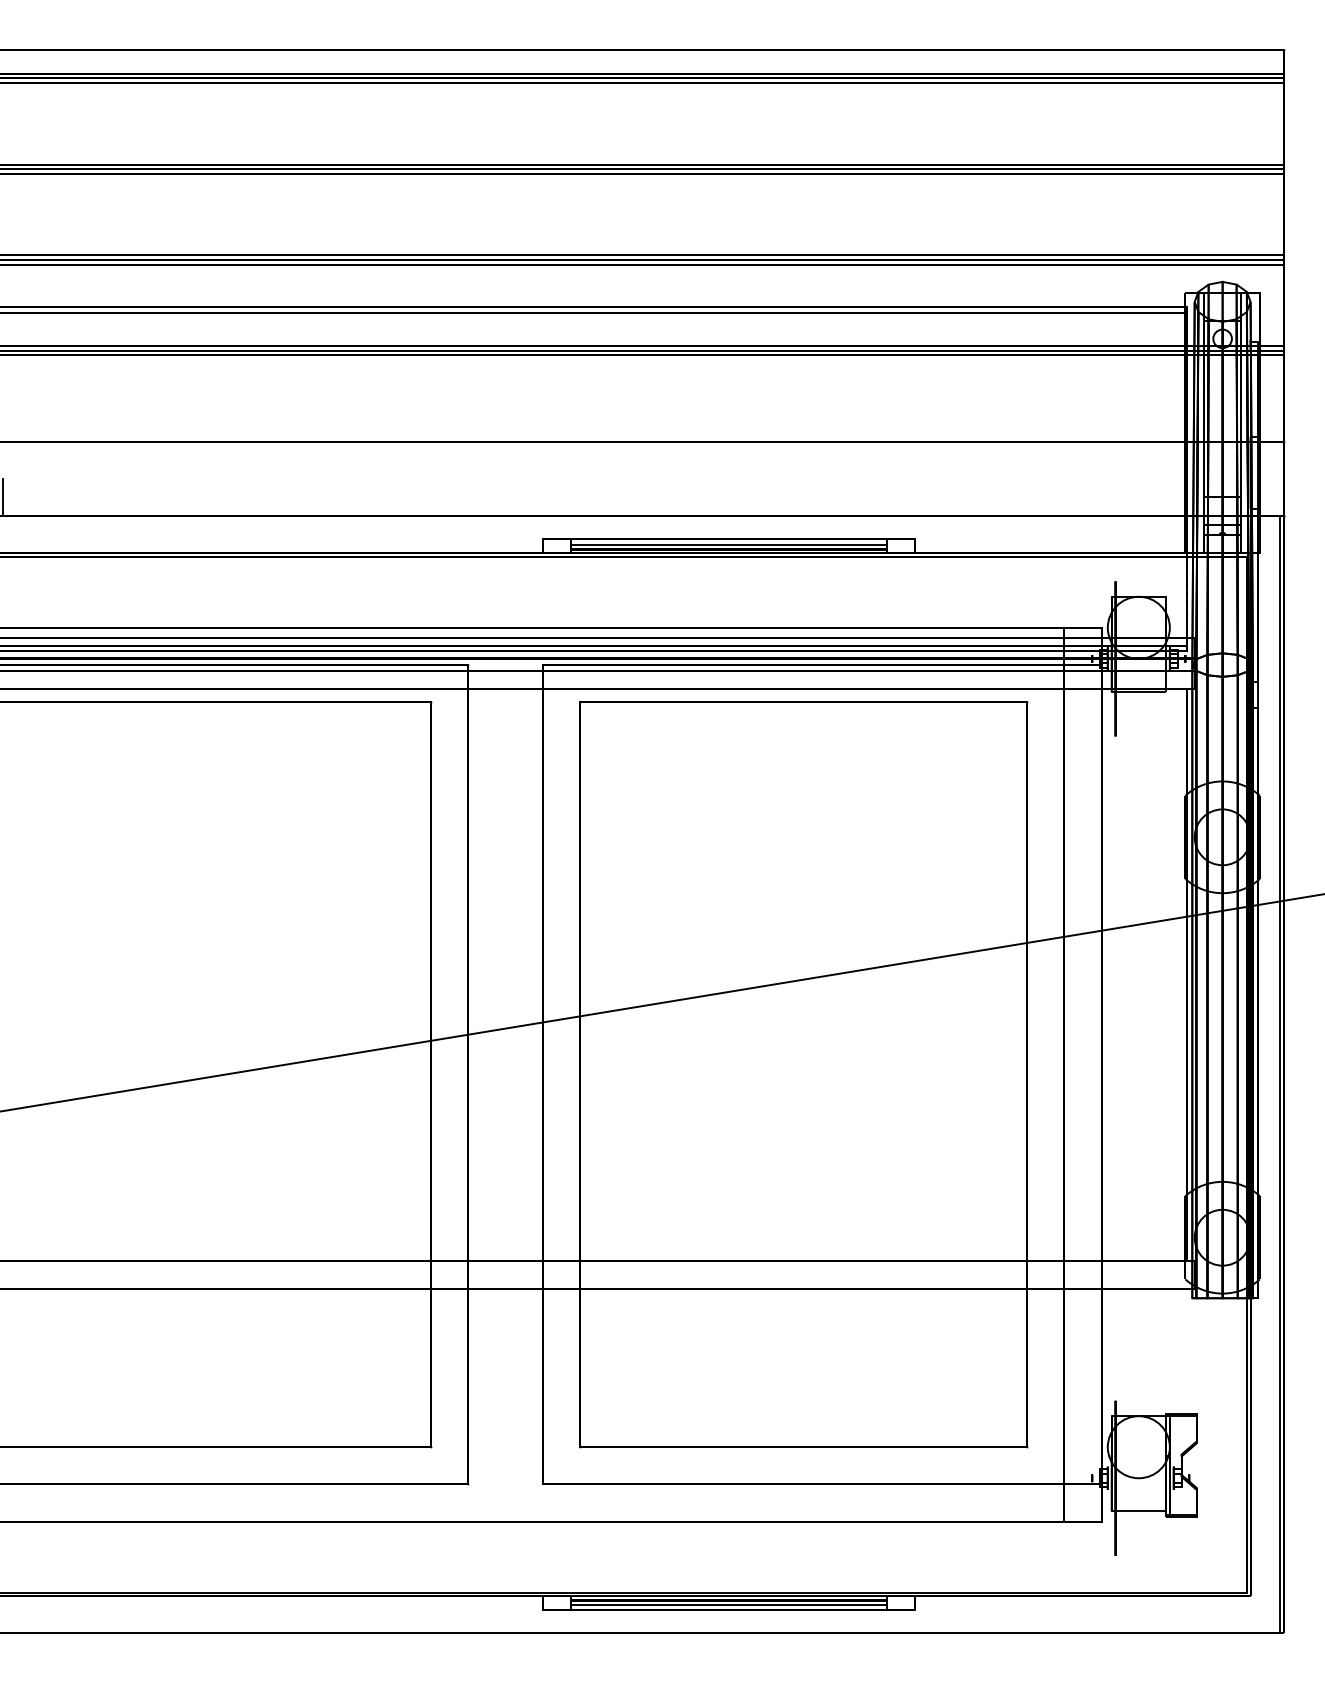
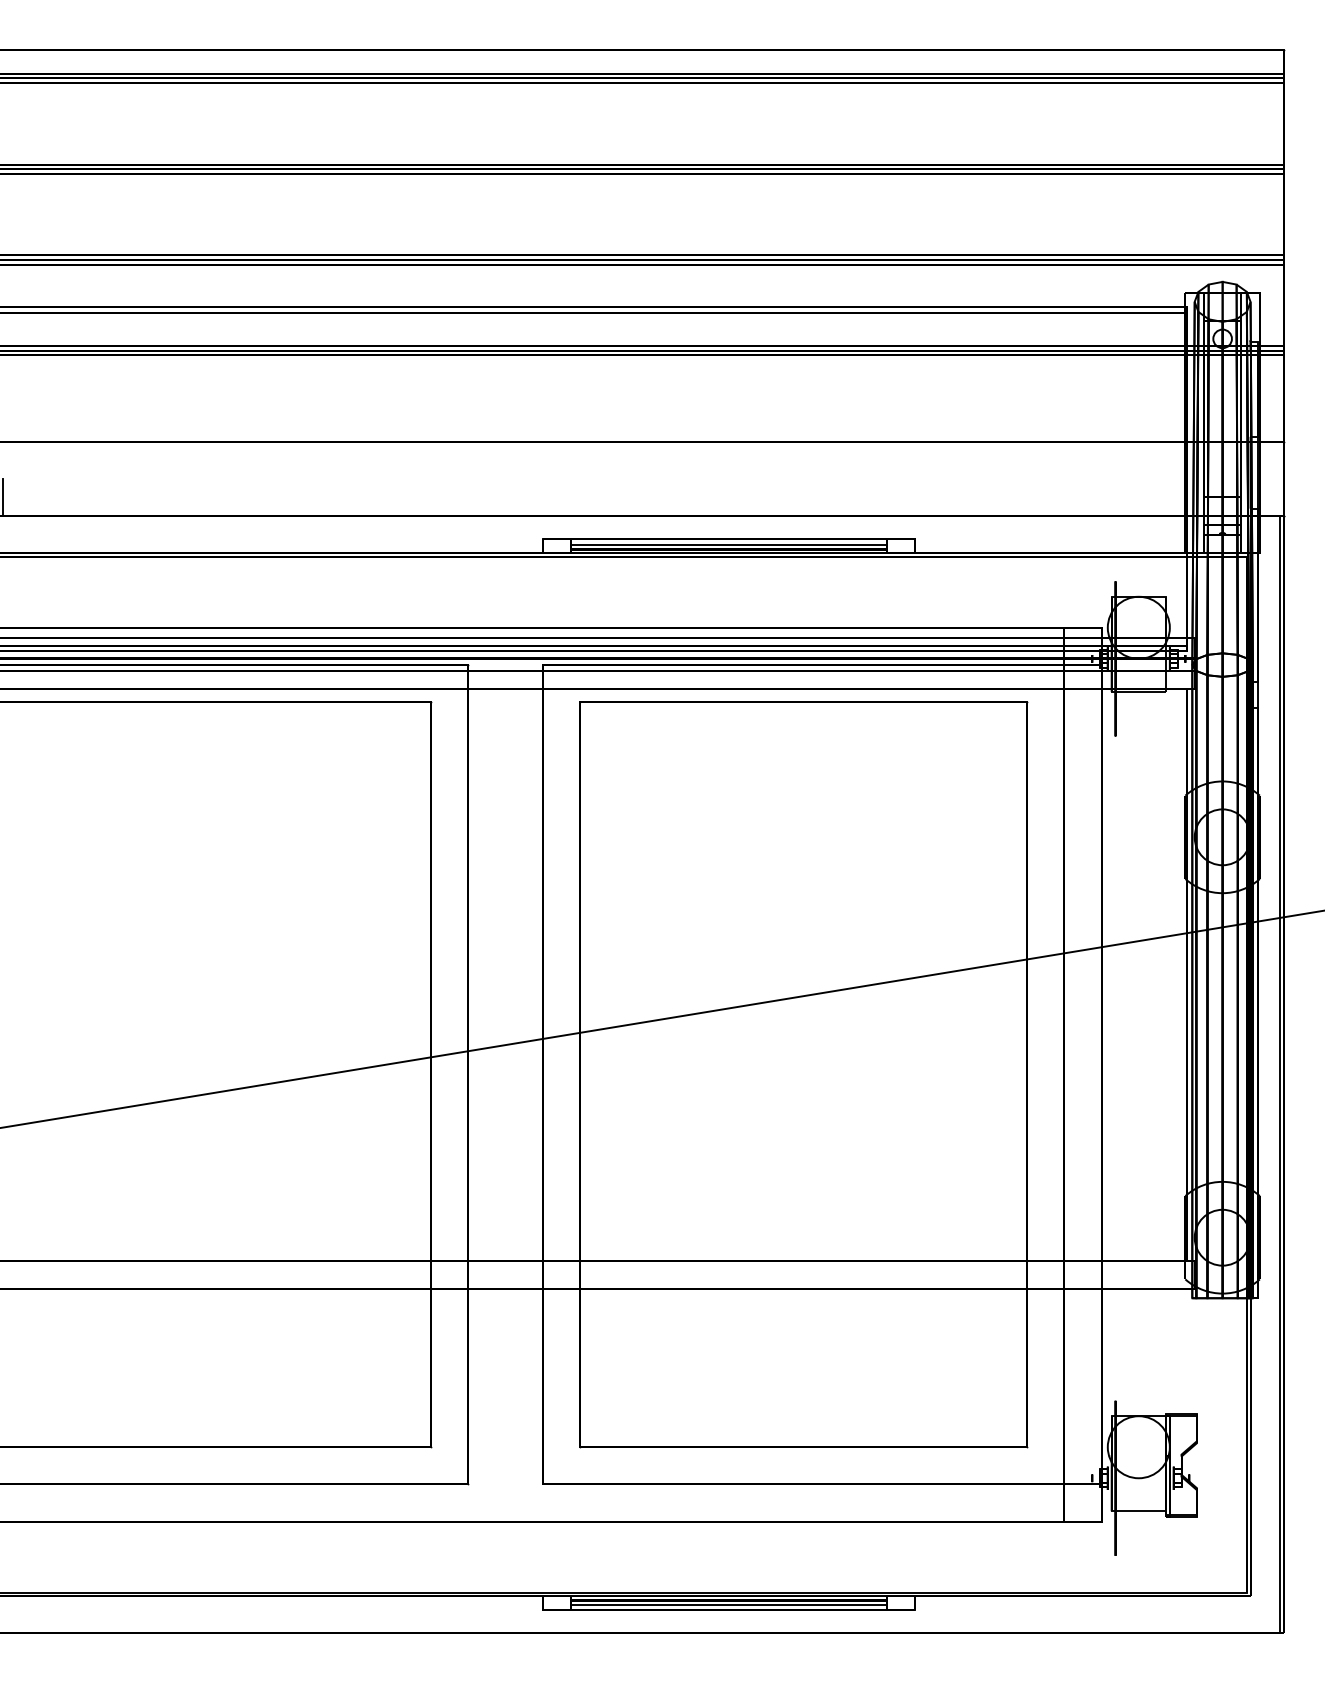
line at (661, 1002) position: (661, 1002) -> (661, 1019)
